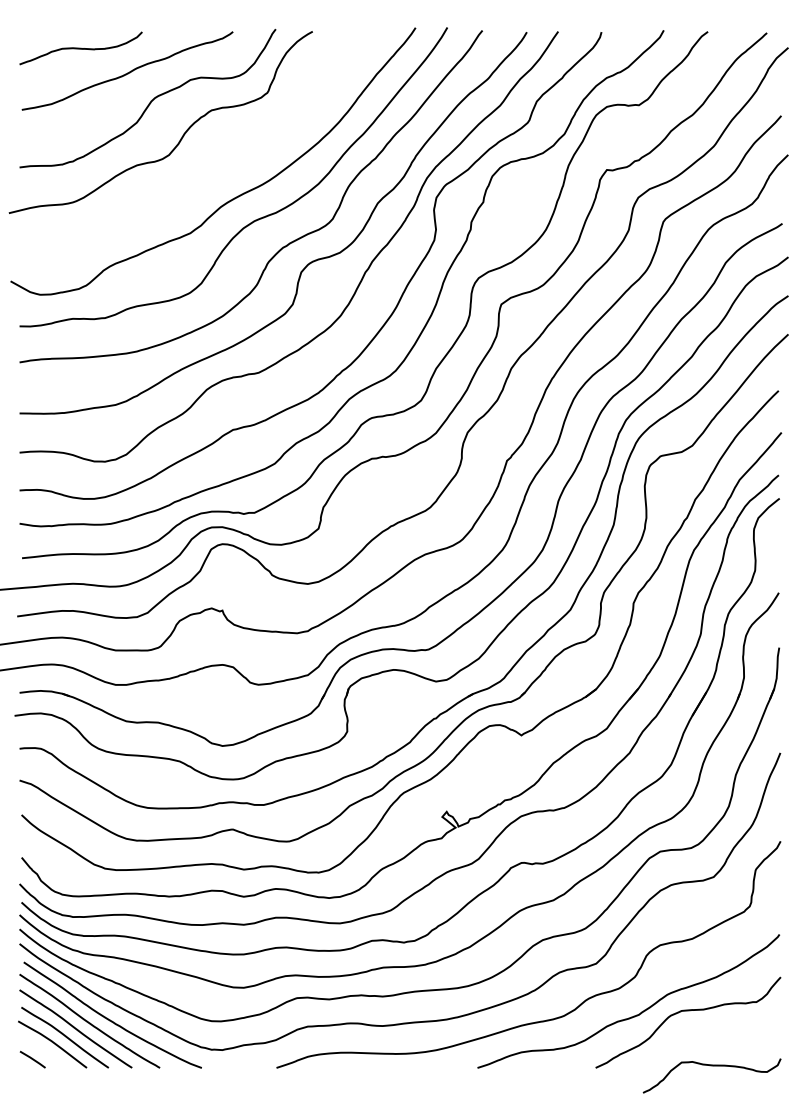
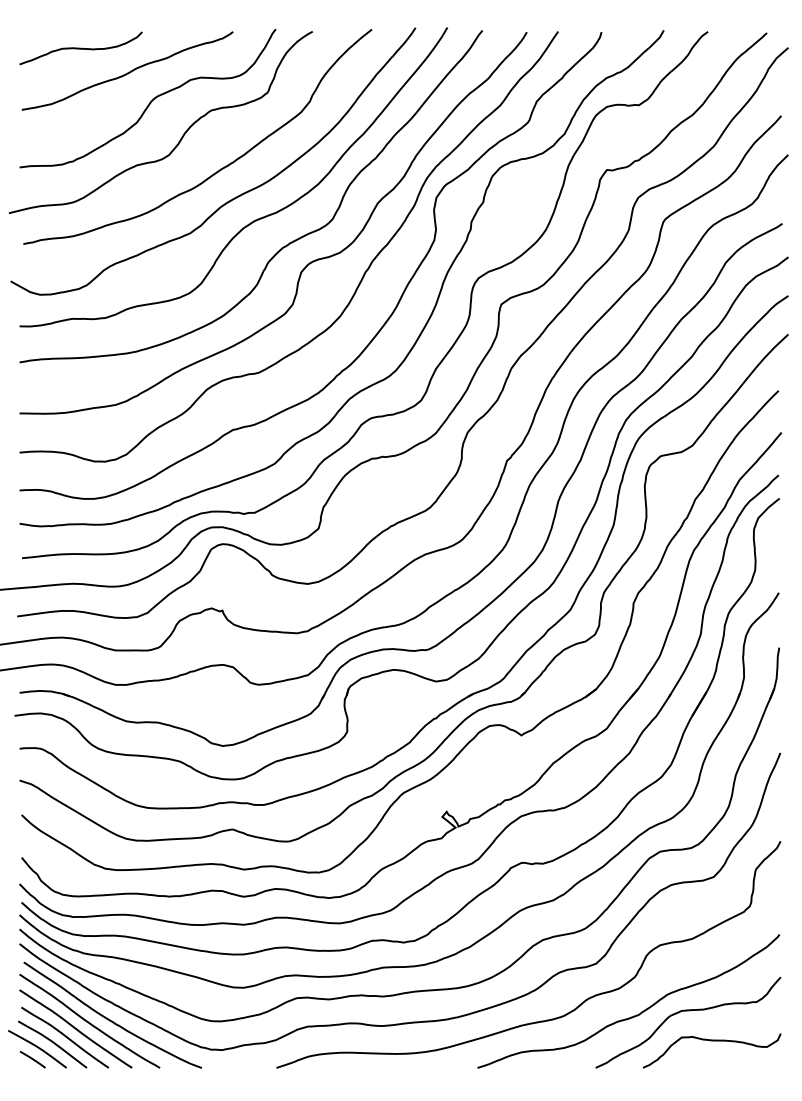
curve at (220, 168): none -> present
curve at (37, 1048): none -> present
curve at (711, 1066) position: (711, 1066) -> (711, 1041)
